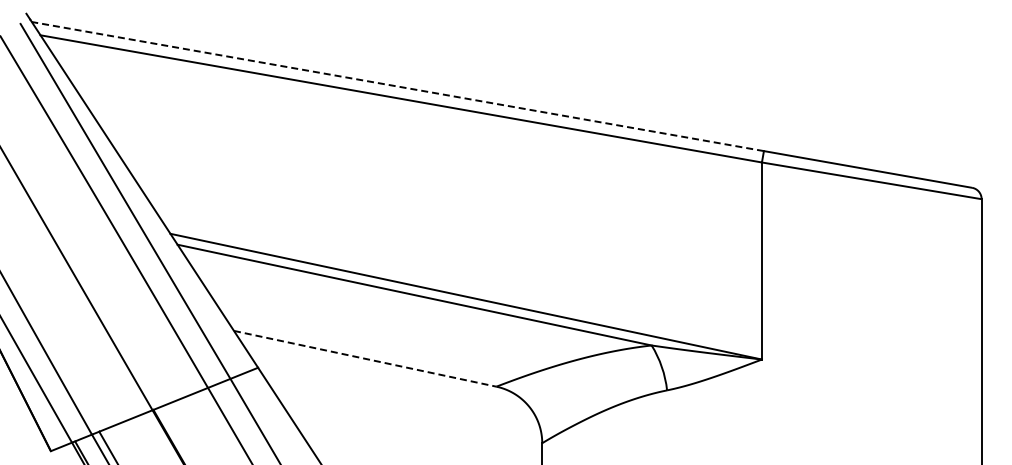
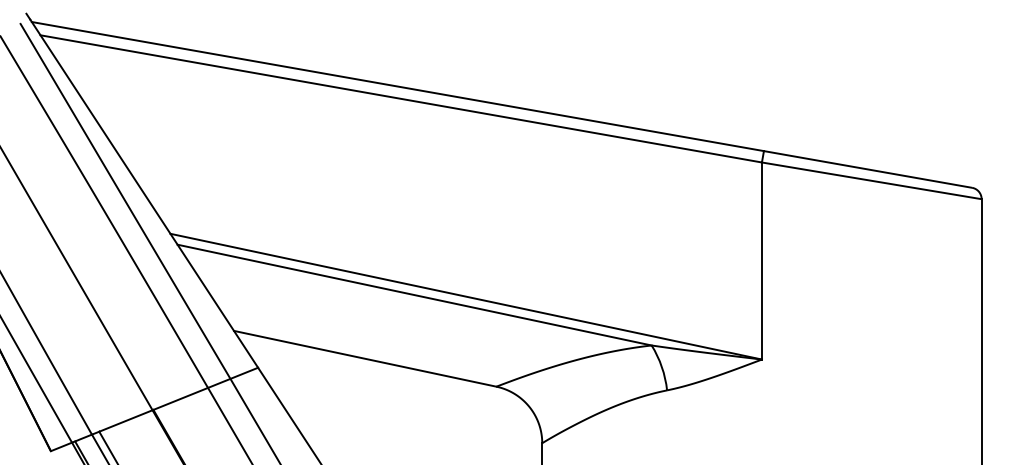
line at (397, 86): dashed -> solid
line at (365, 358): dashed -> solid
